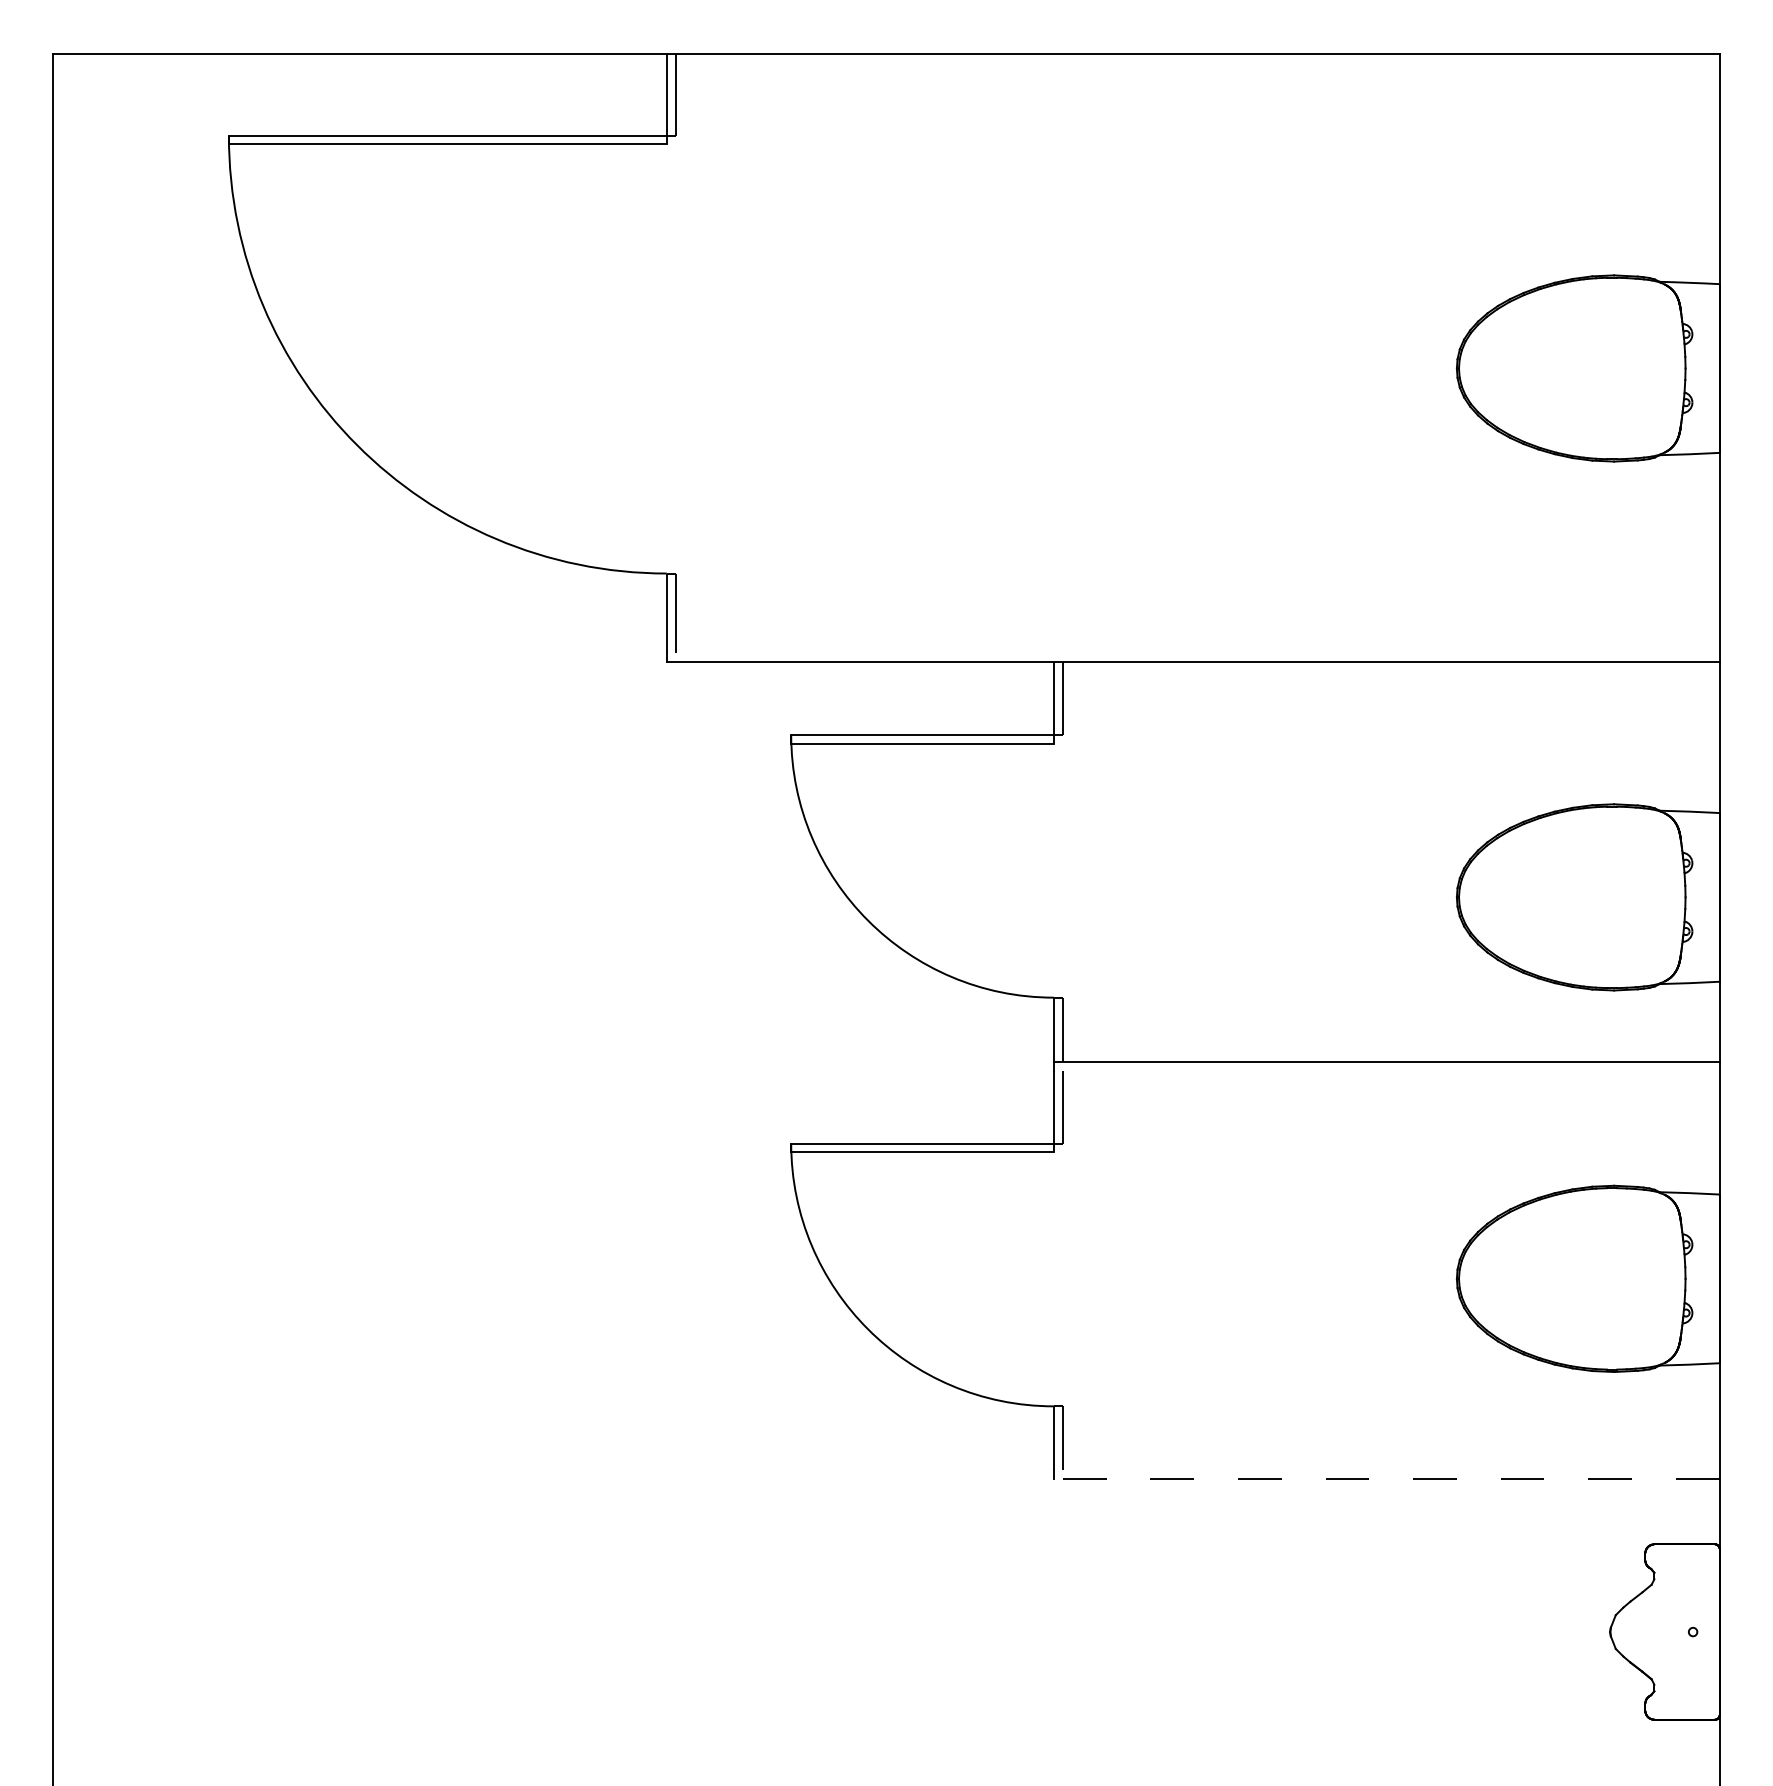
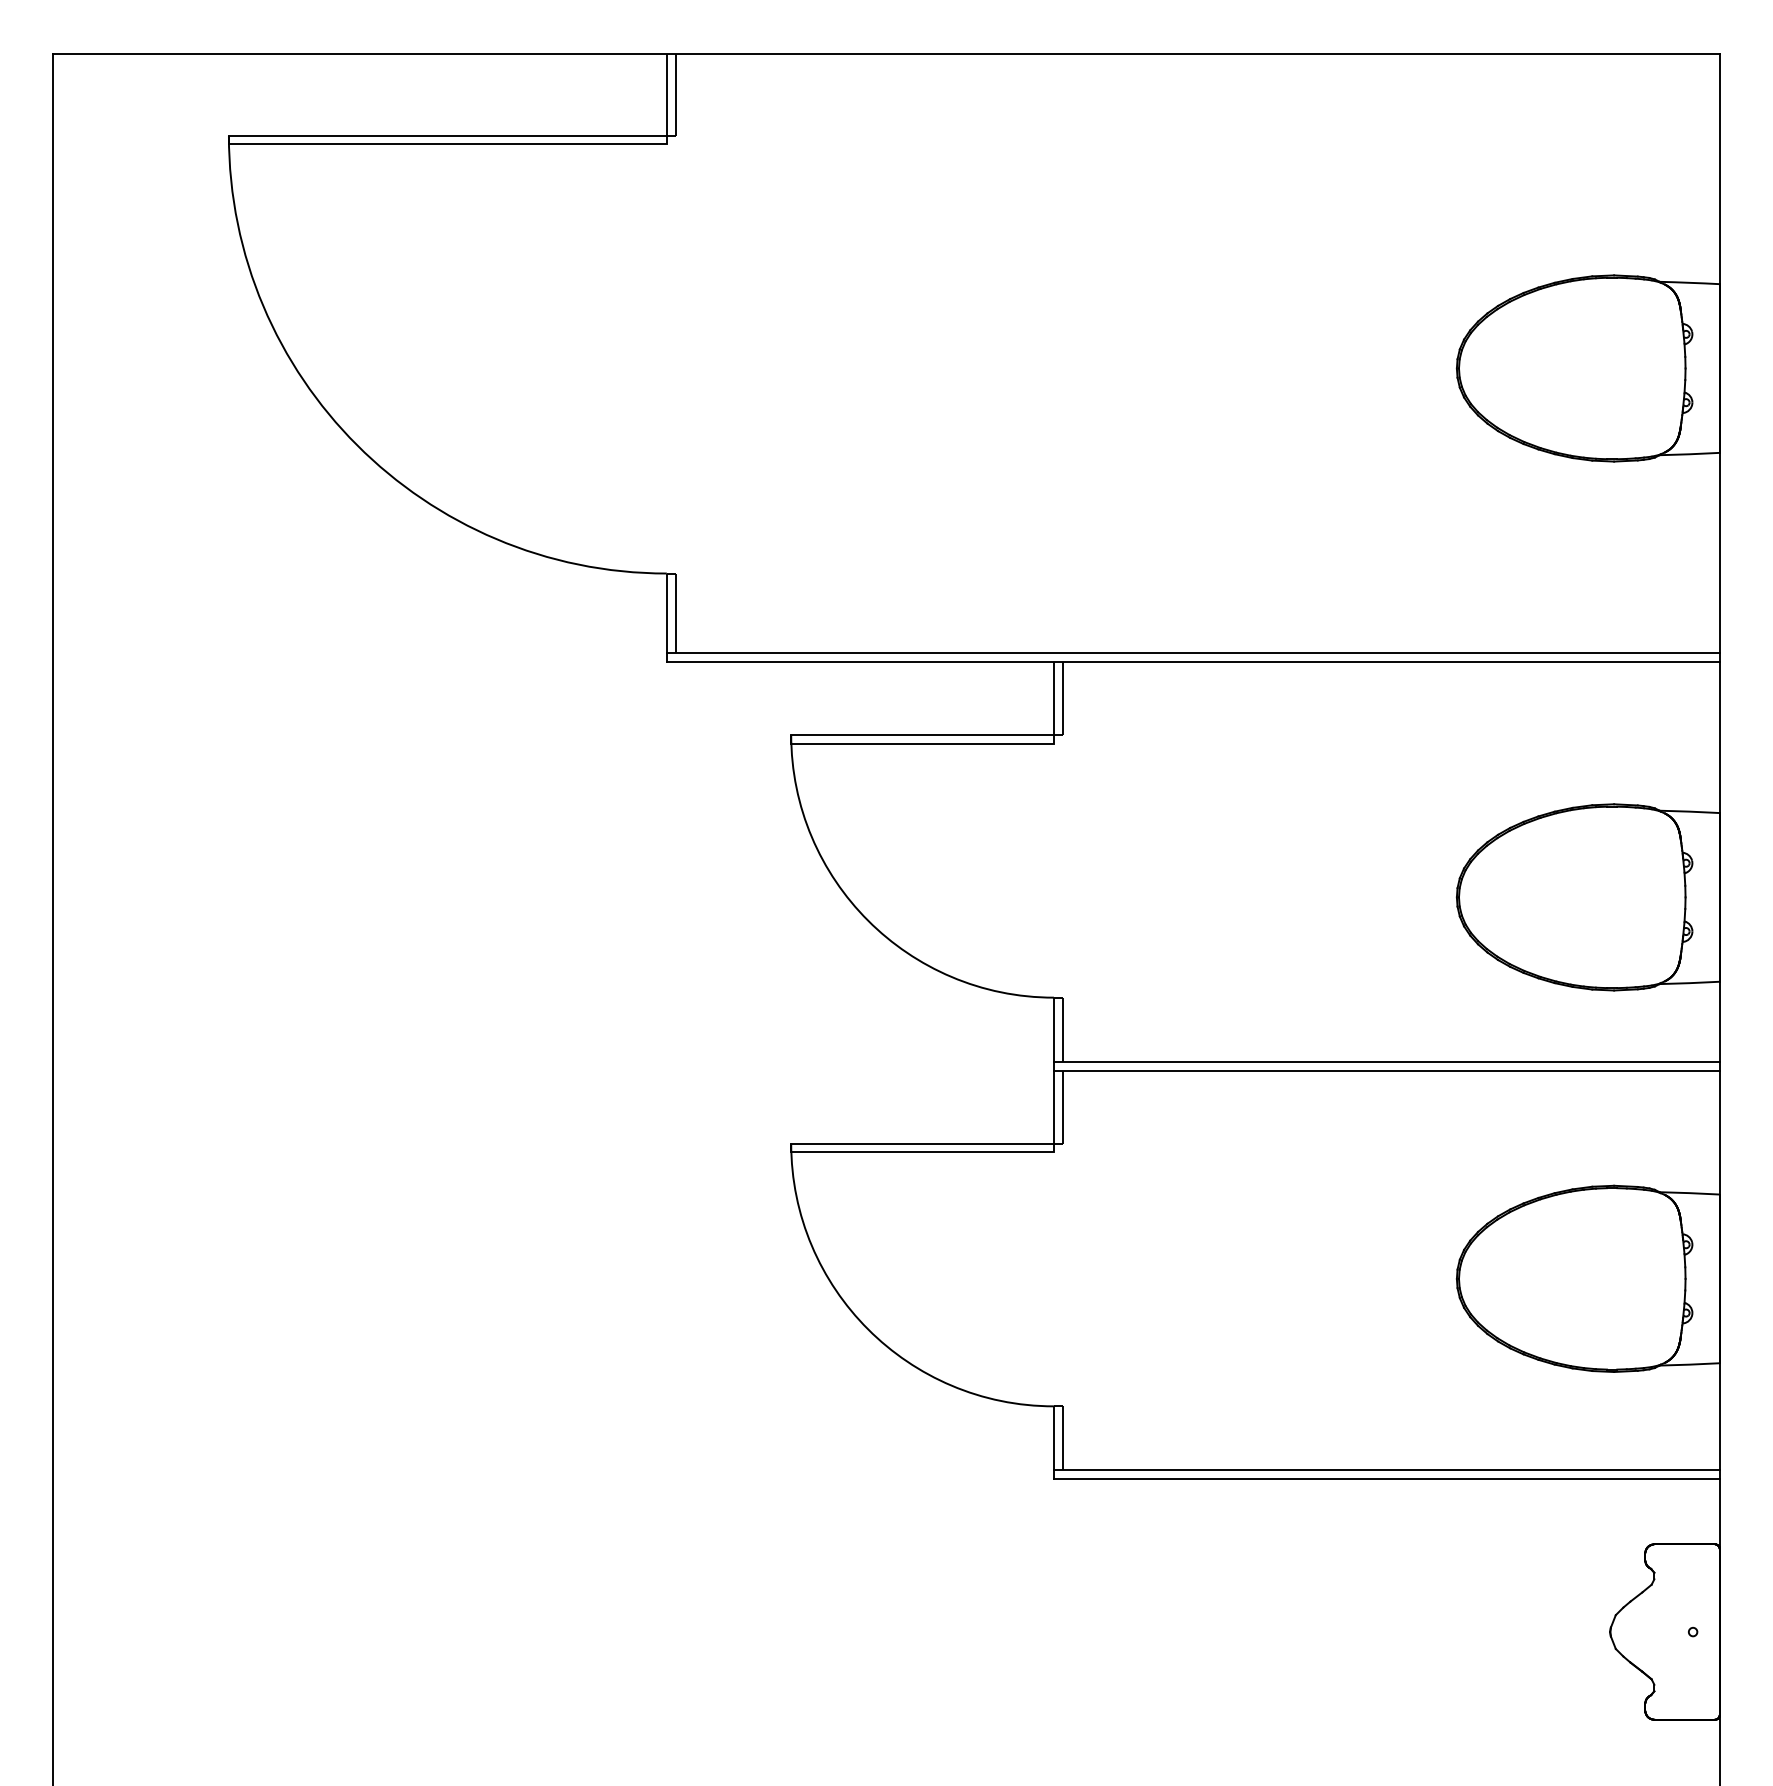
line at (1192, 653): none -> present
line at (1386, 1070): none -> present
line at (1386, 1470): none -> present
line at (1386, 1479): dashed -> solid
